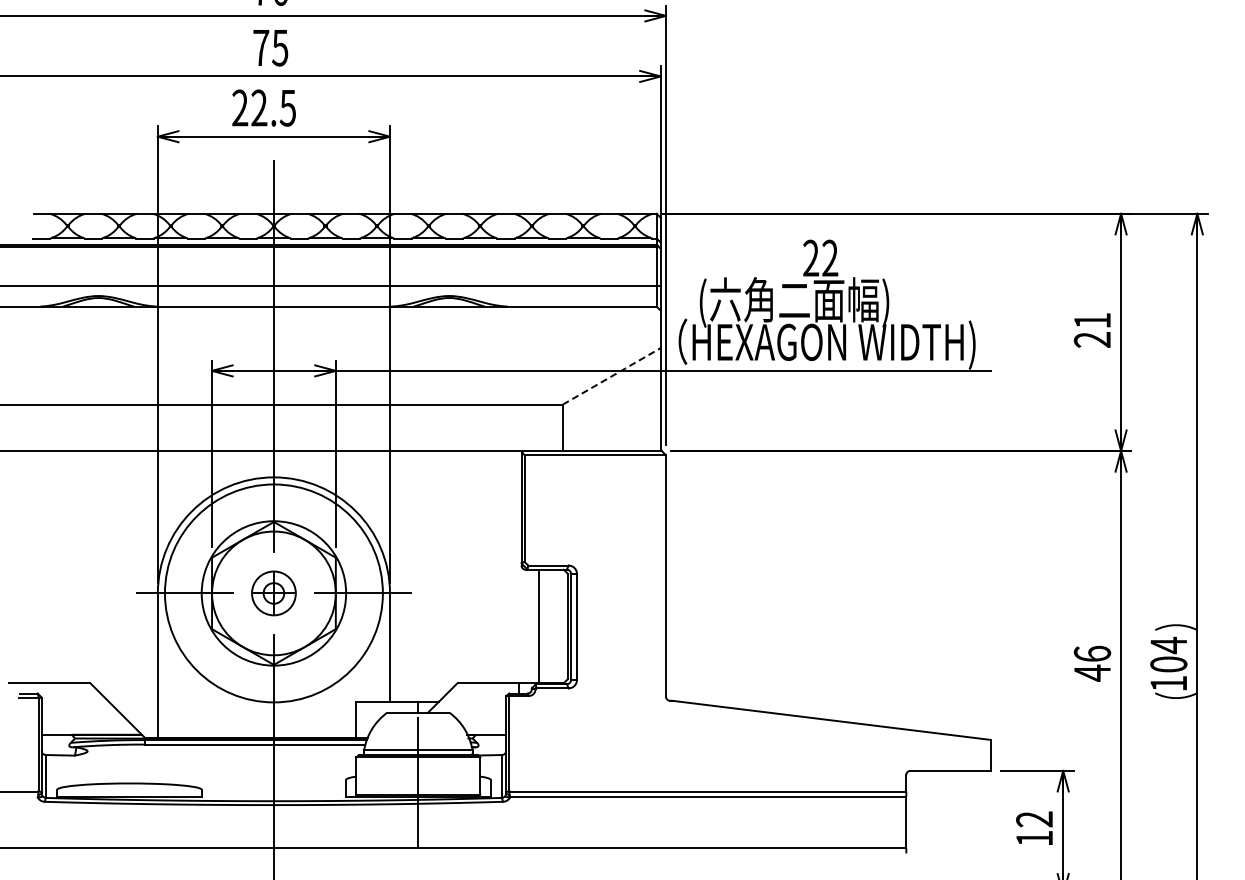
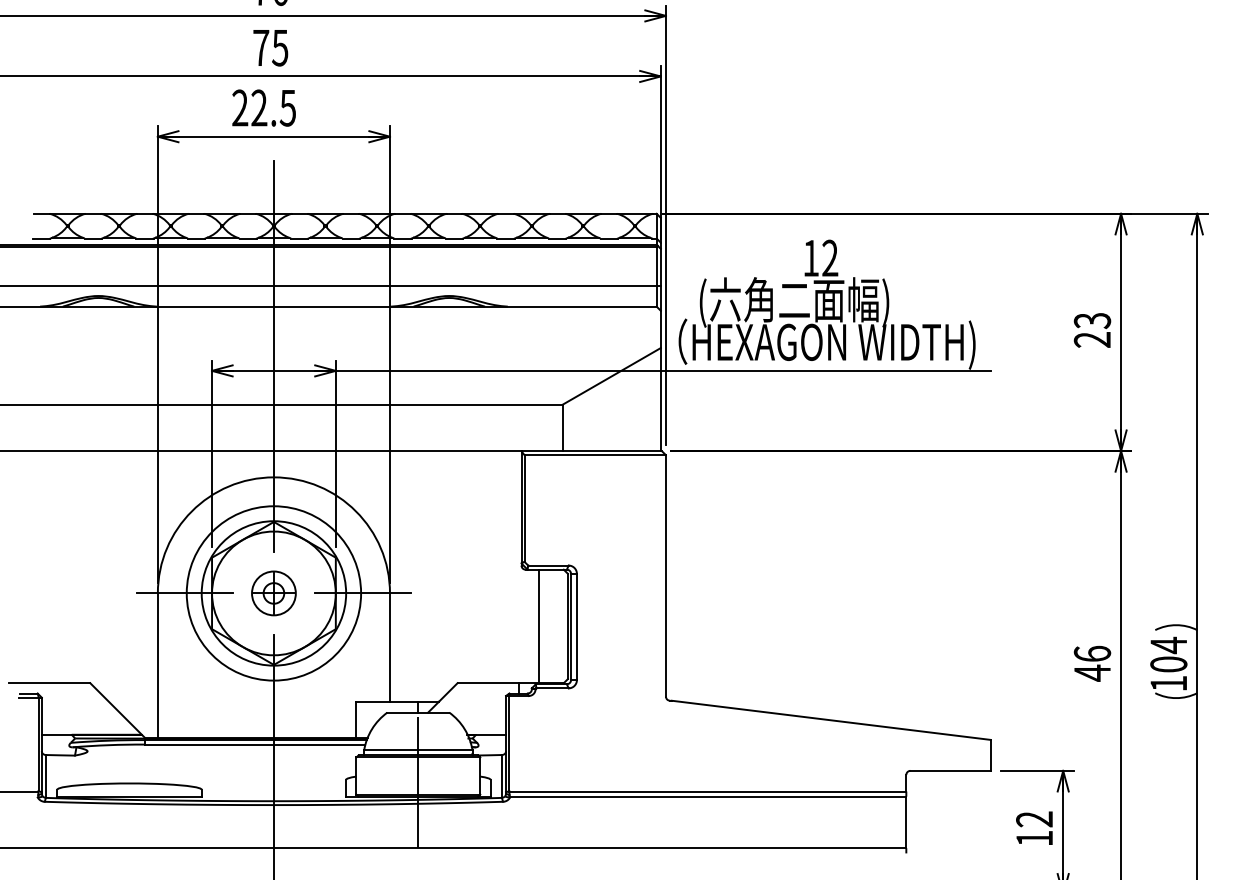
text at (811, 257): 22 -> 12
text at (1092, 321): 21 -> 23
line at (611, 376): dashed -> solid
circle at (273, 593) diameter: 218 px -> 174 px
